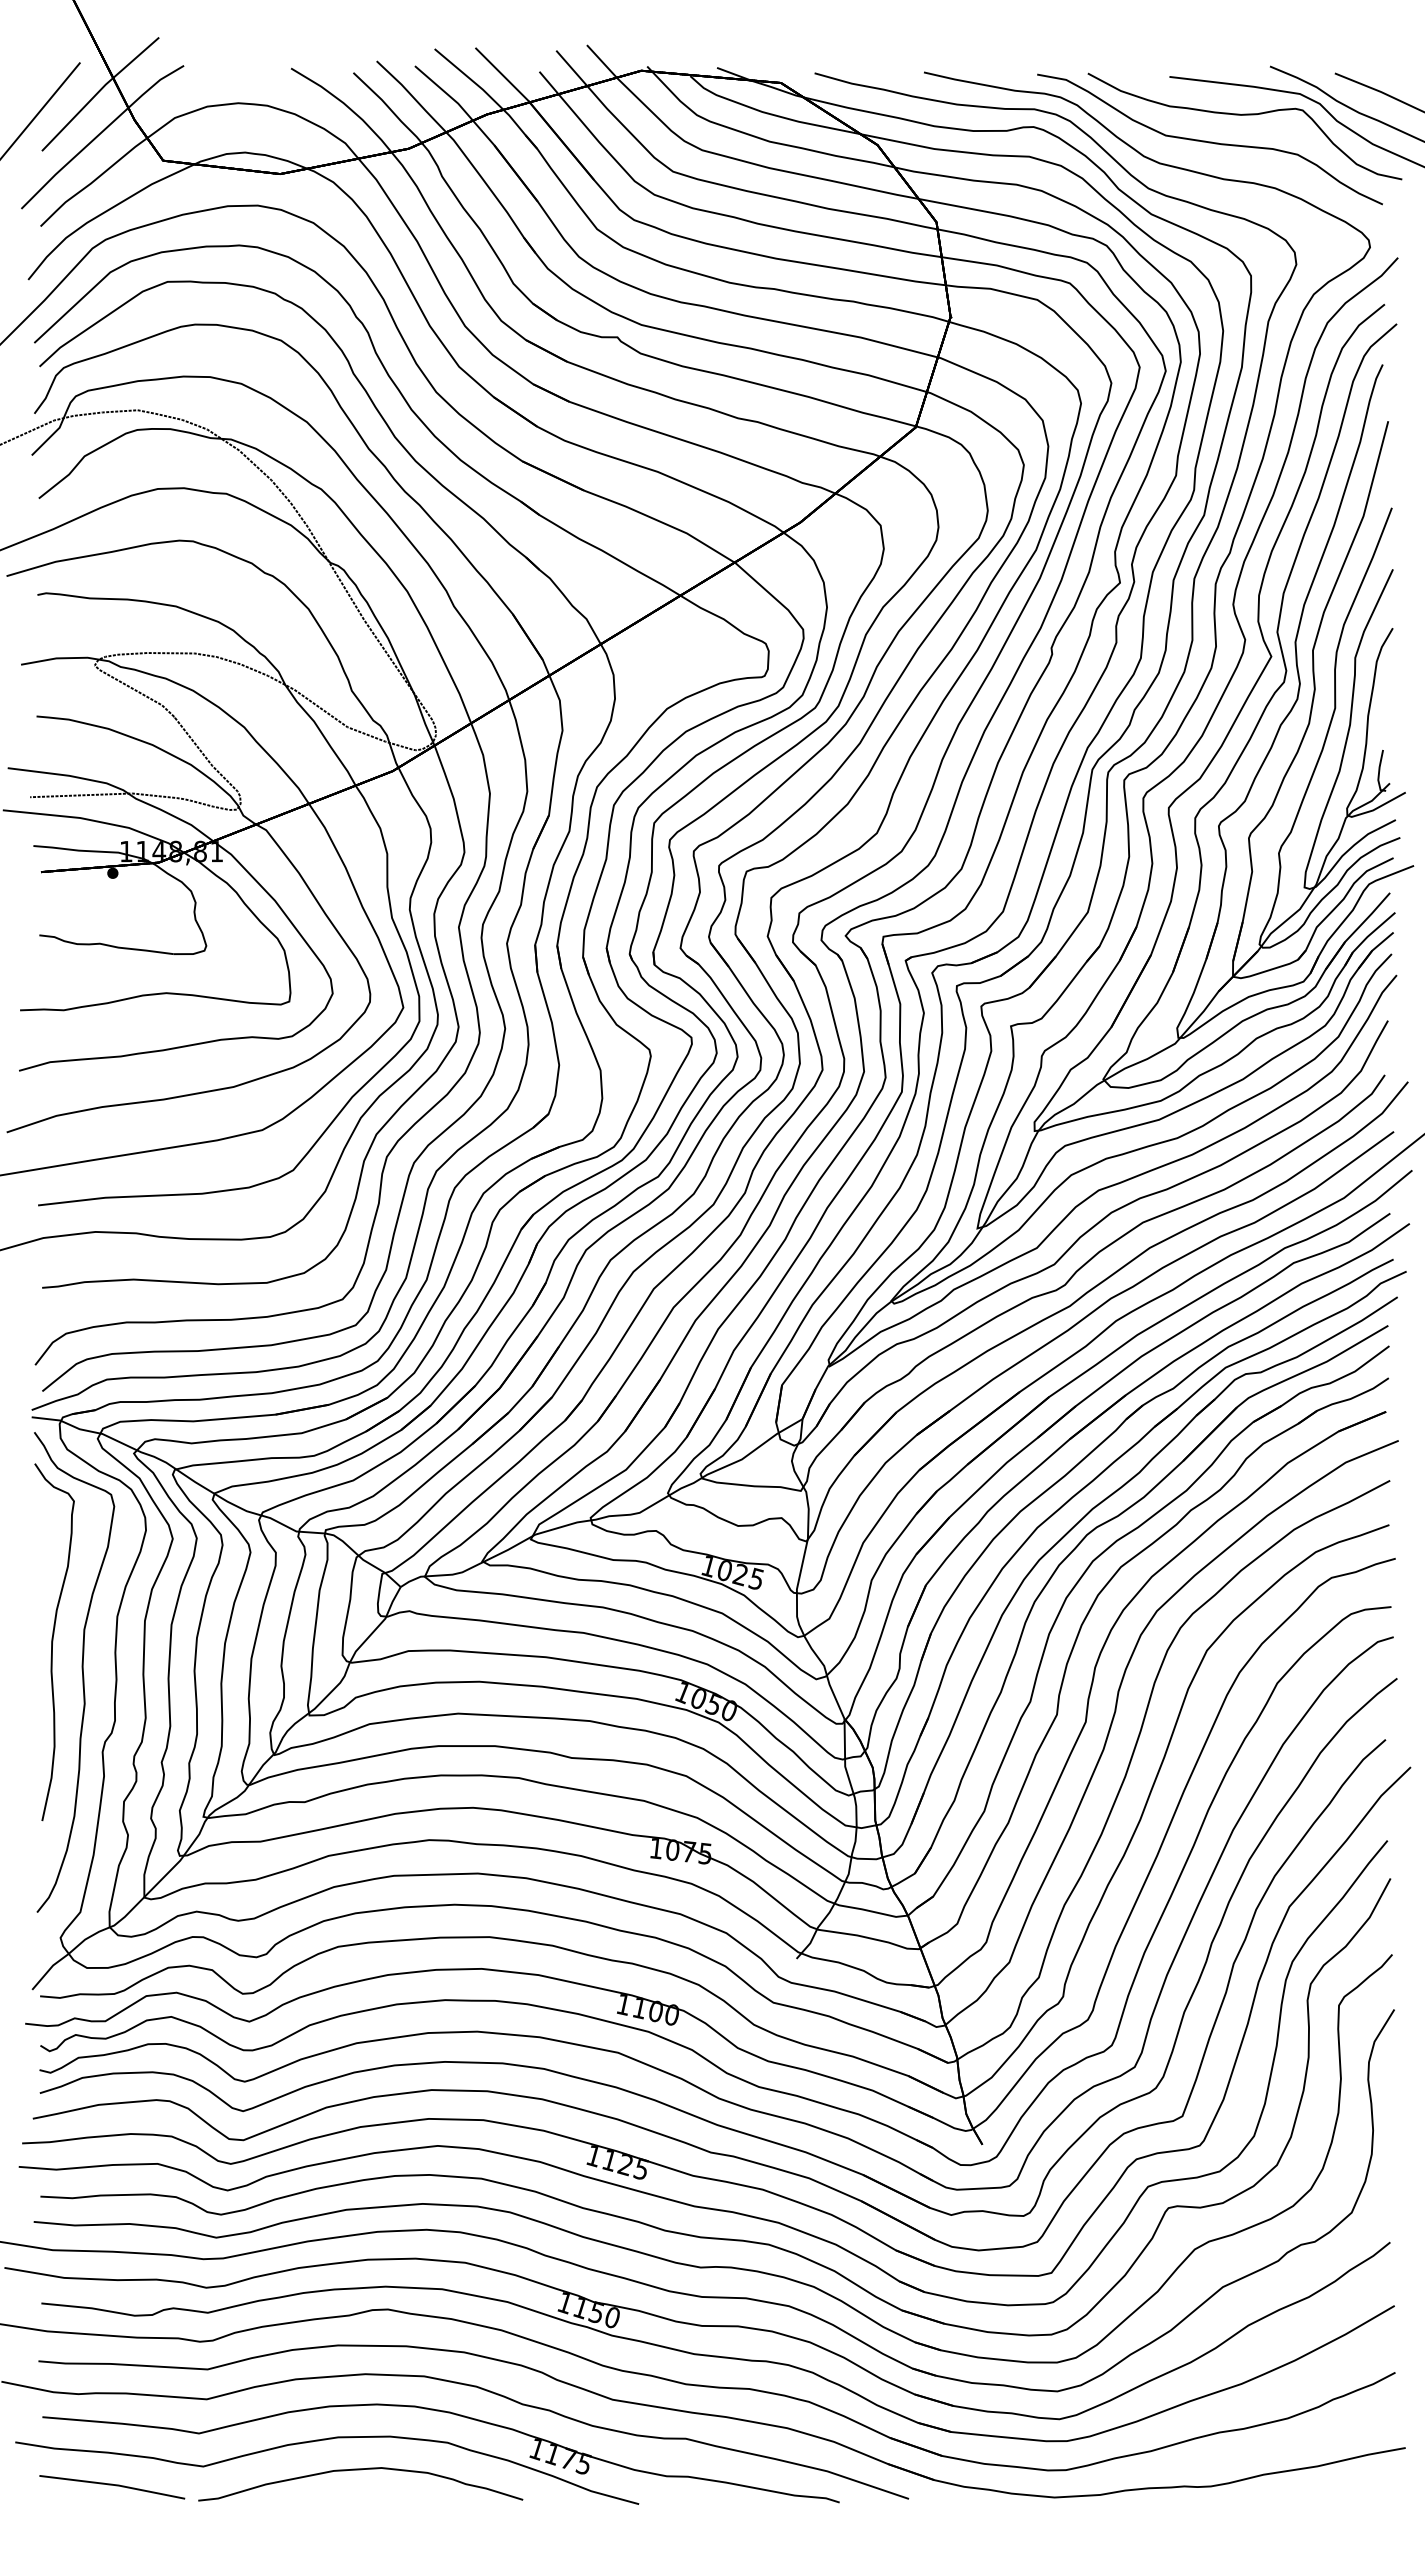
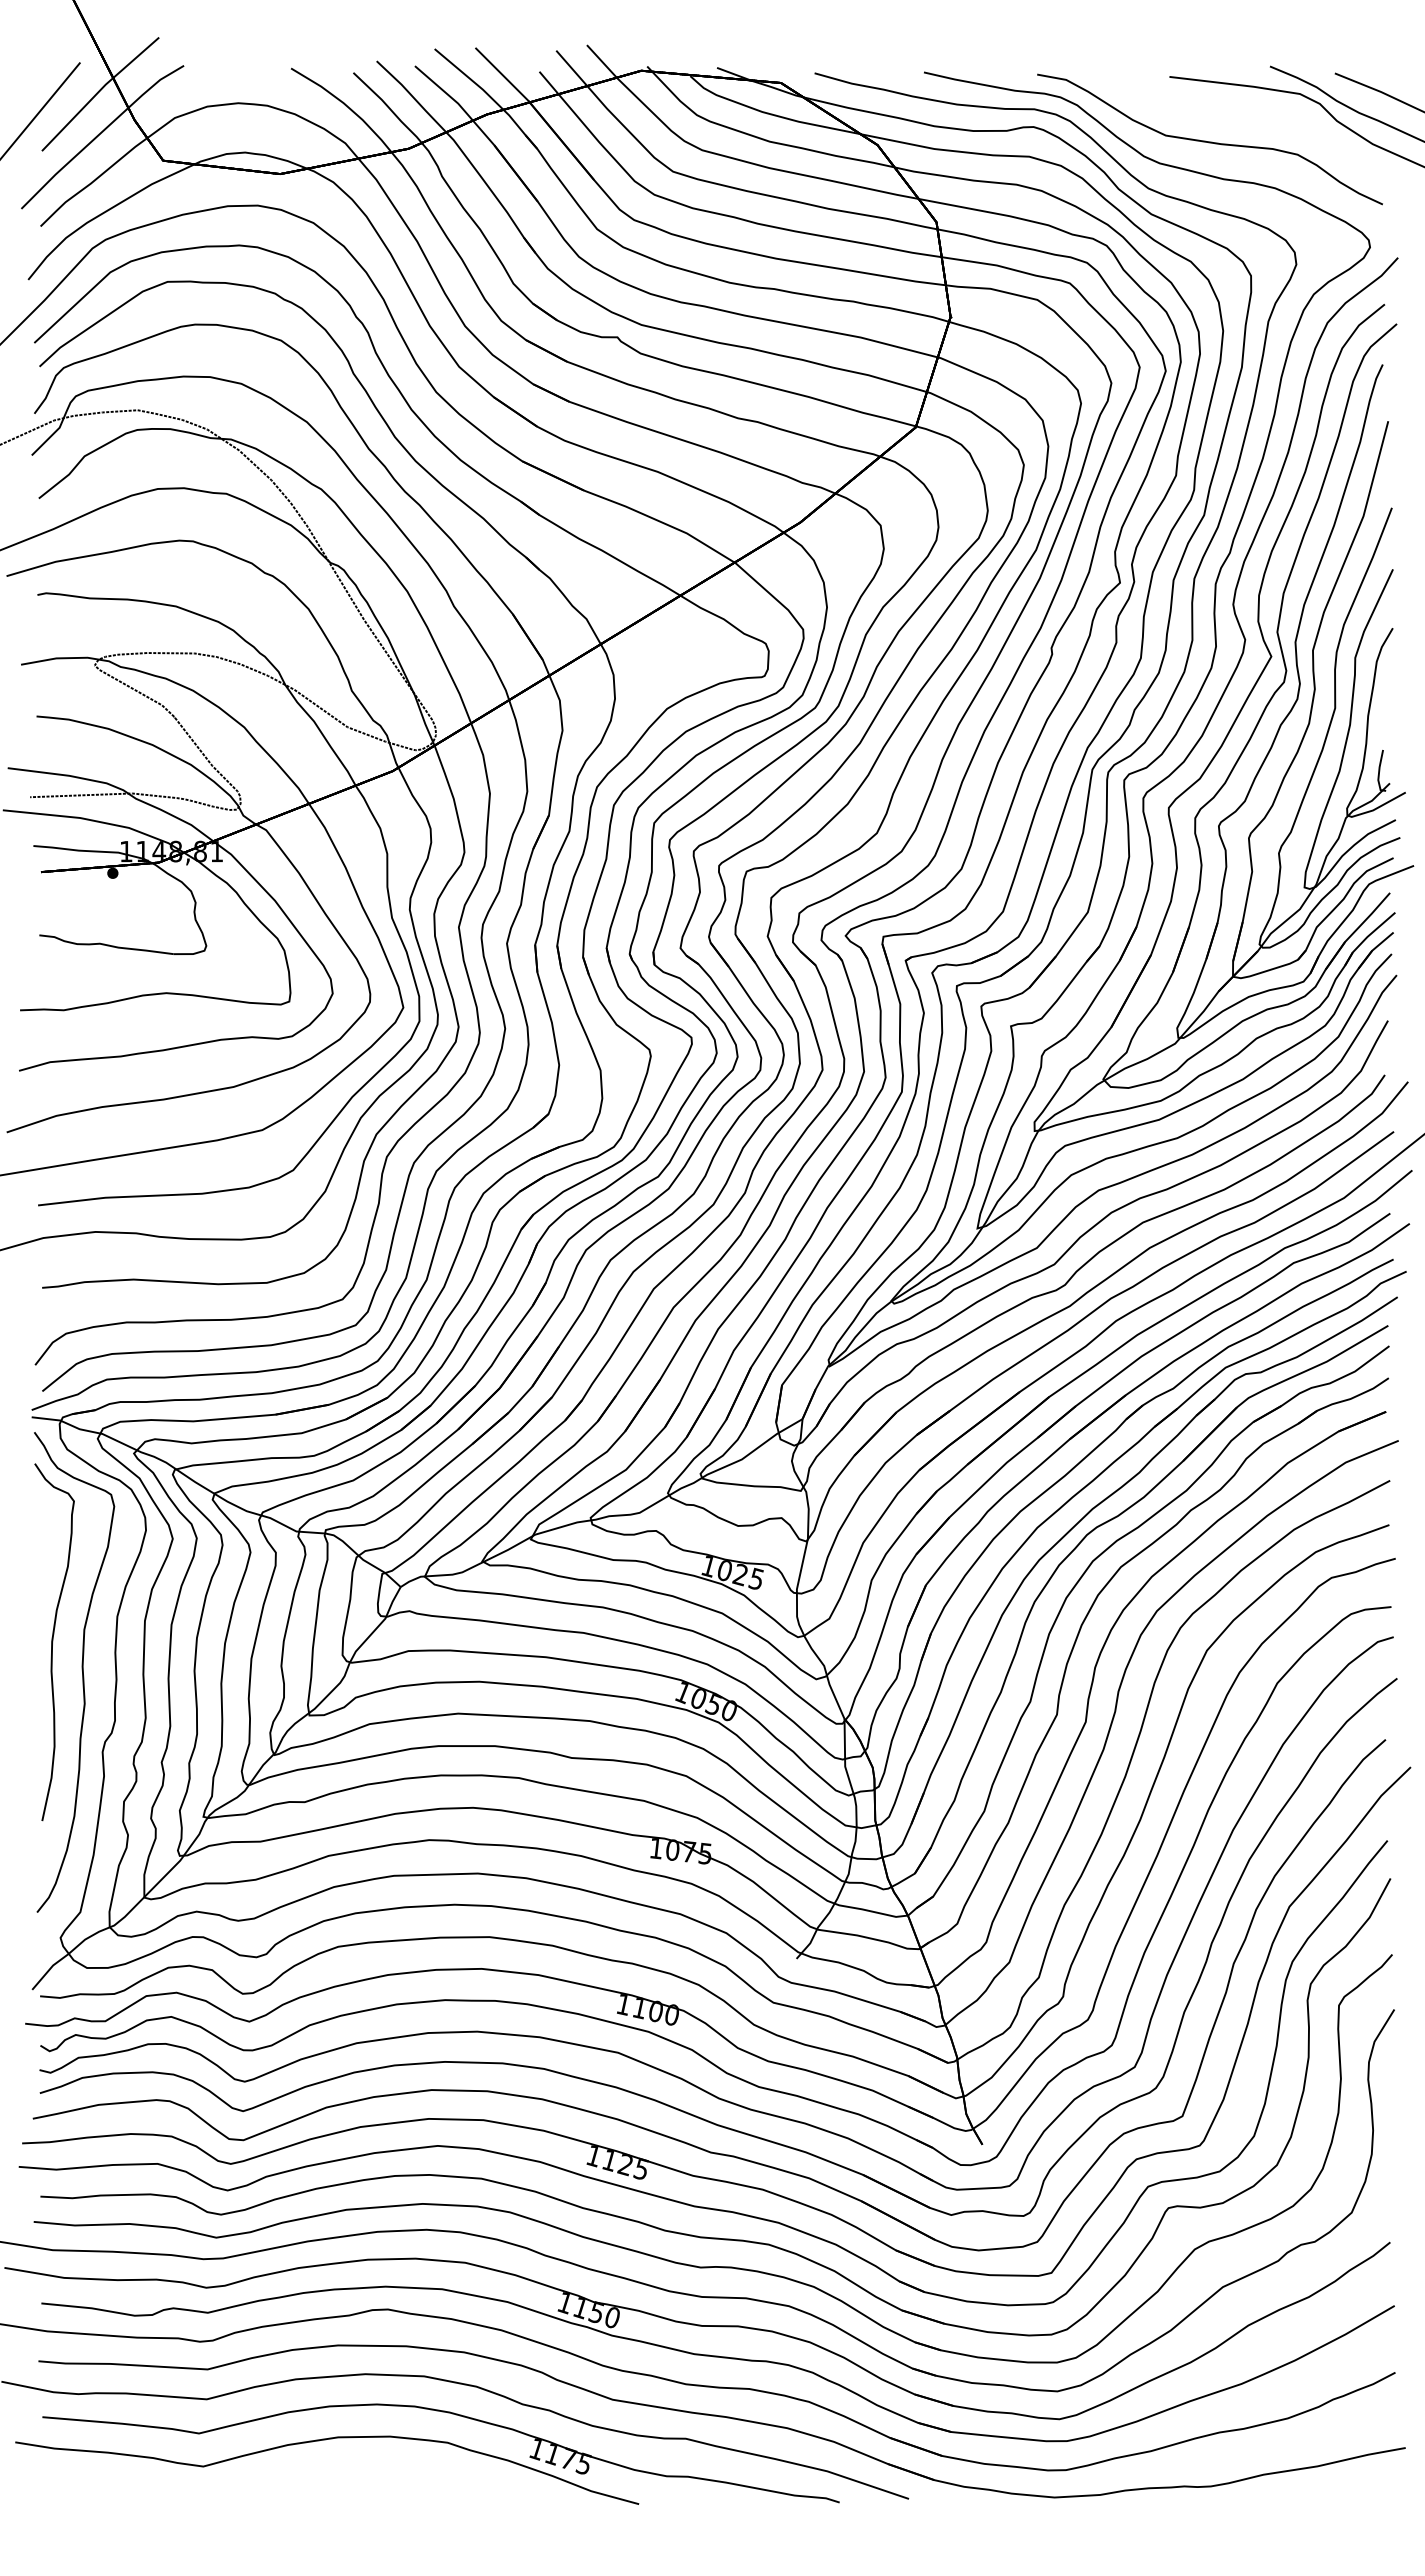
curve at (1244, 115): present -> none
part at (281, 2484): present -> none
